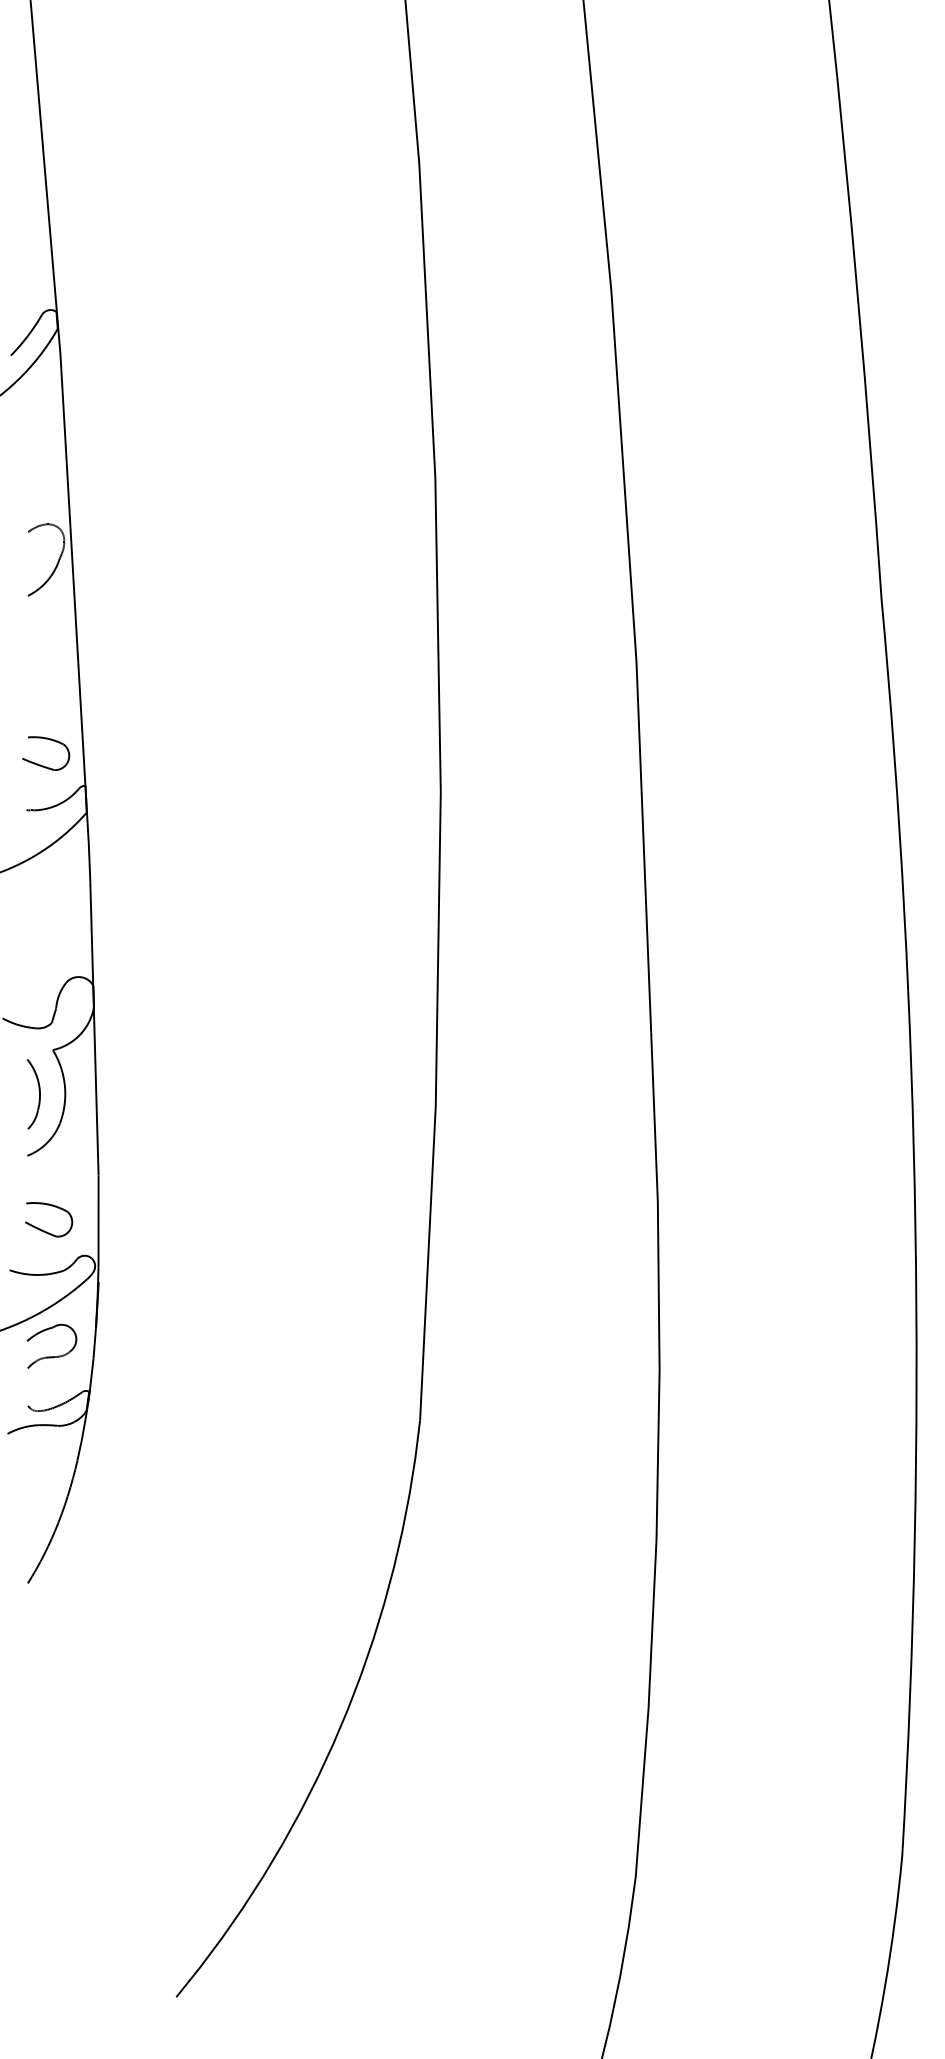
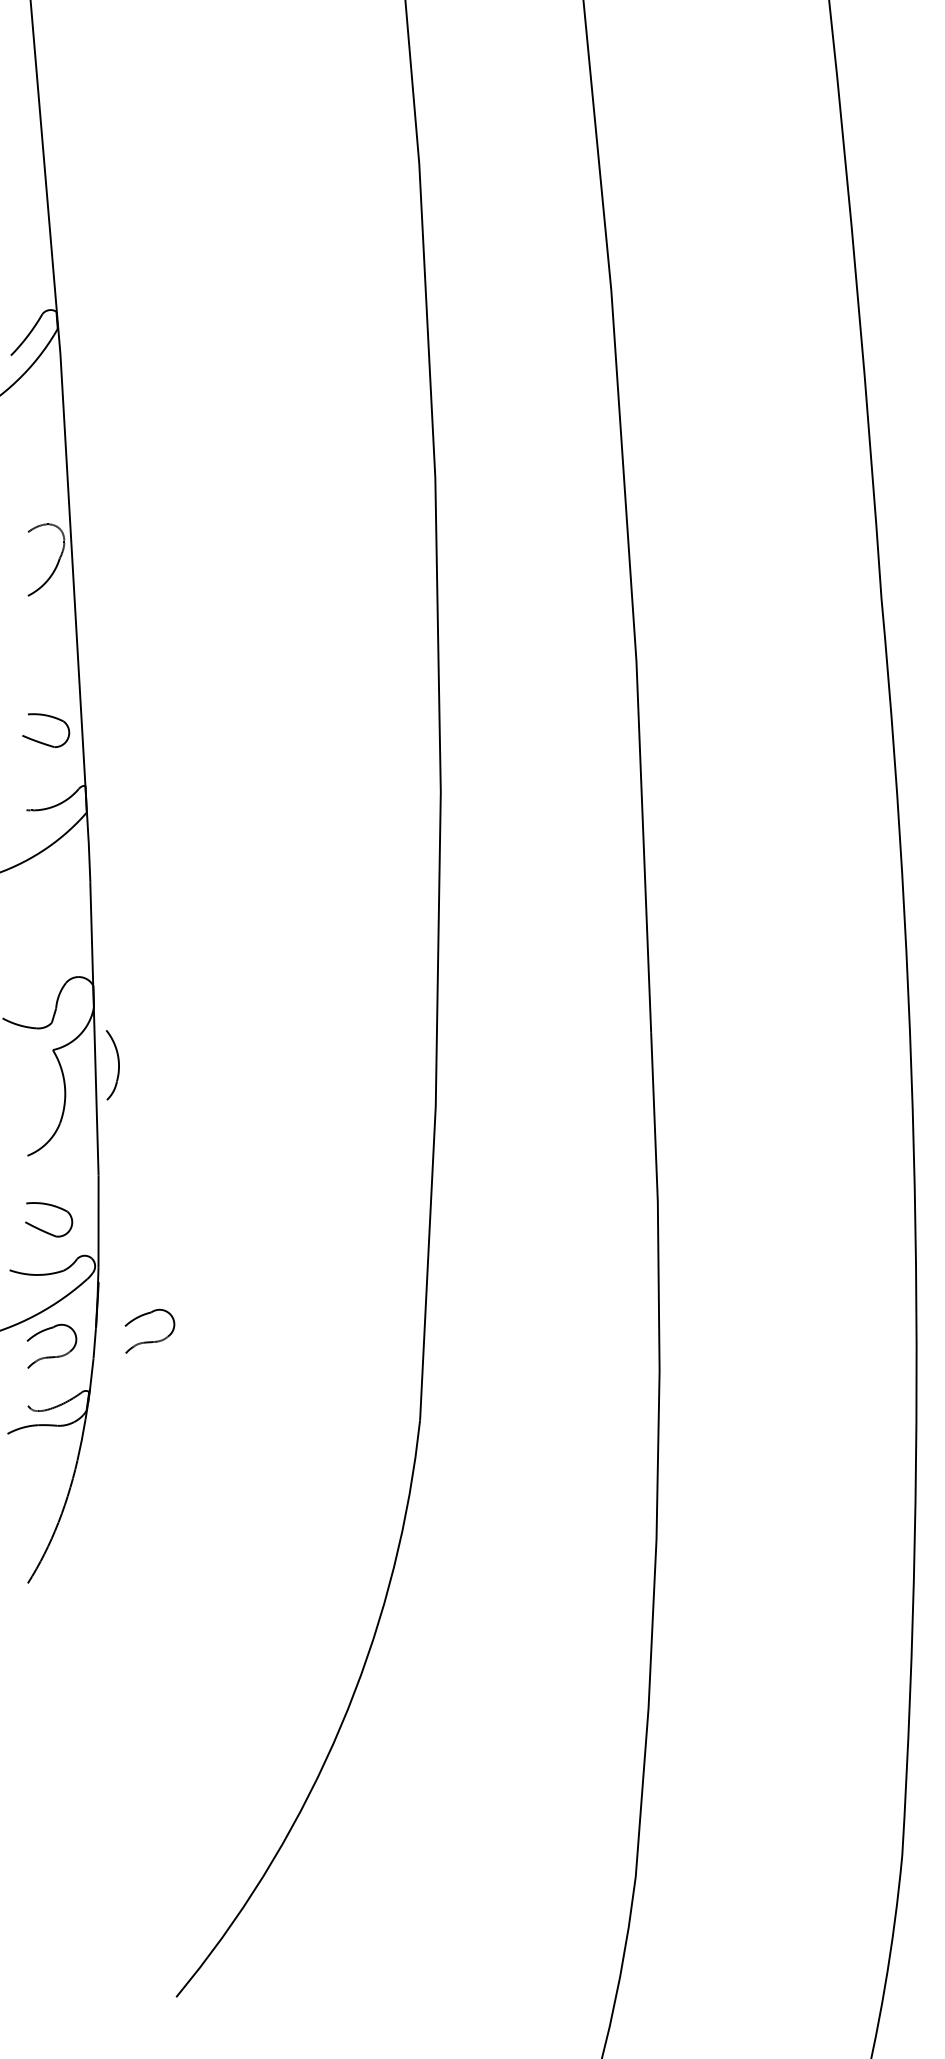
part at (43, 765) position: (43, 765) -> (43, 742)
part at (33, 1094) position: (33, 1094) -> (112, 1065)
part at (149, 1341): none -> present
